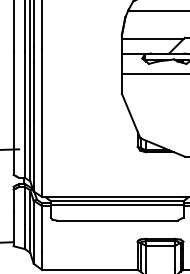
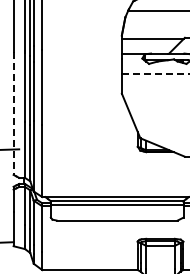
line at (155, 73): solid -> dashed
line at (13, 113): solid -> dashed
